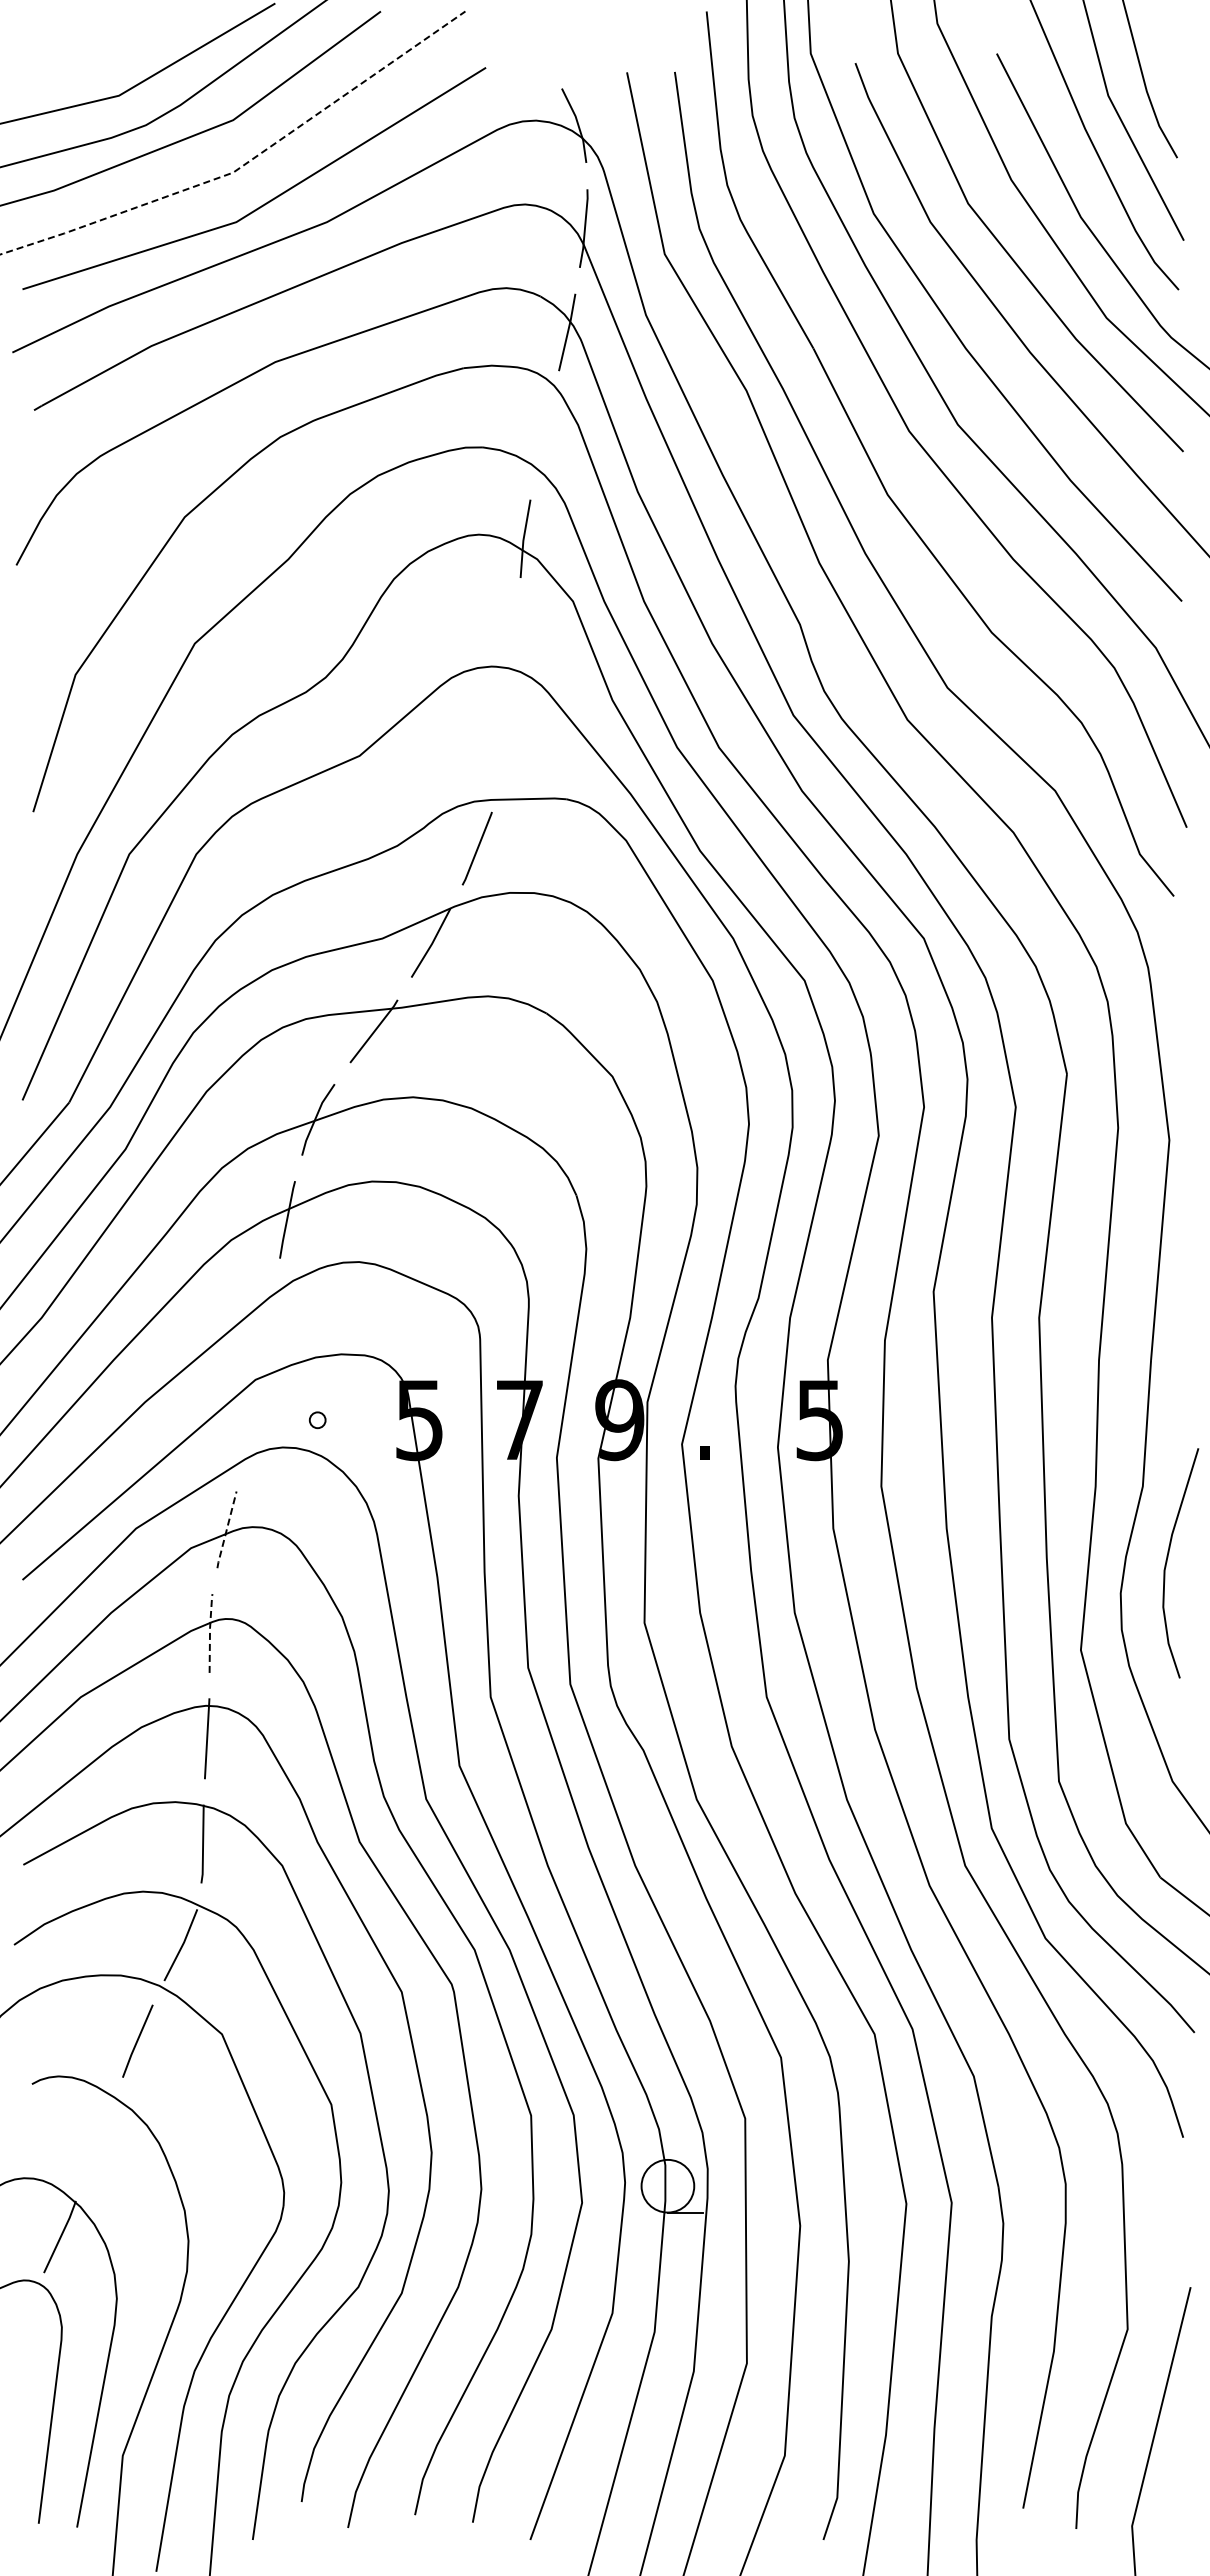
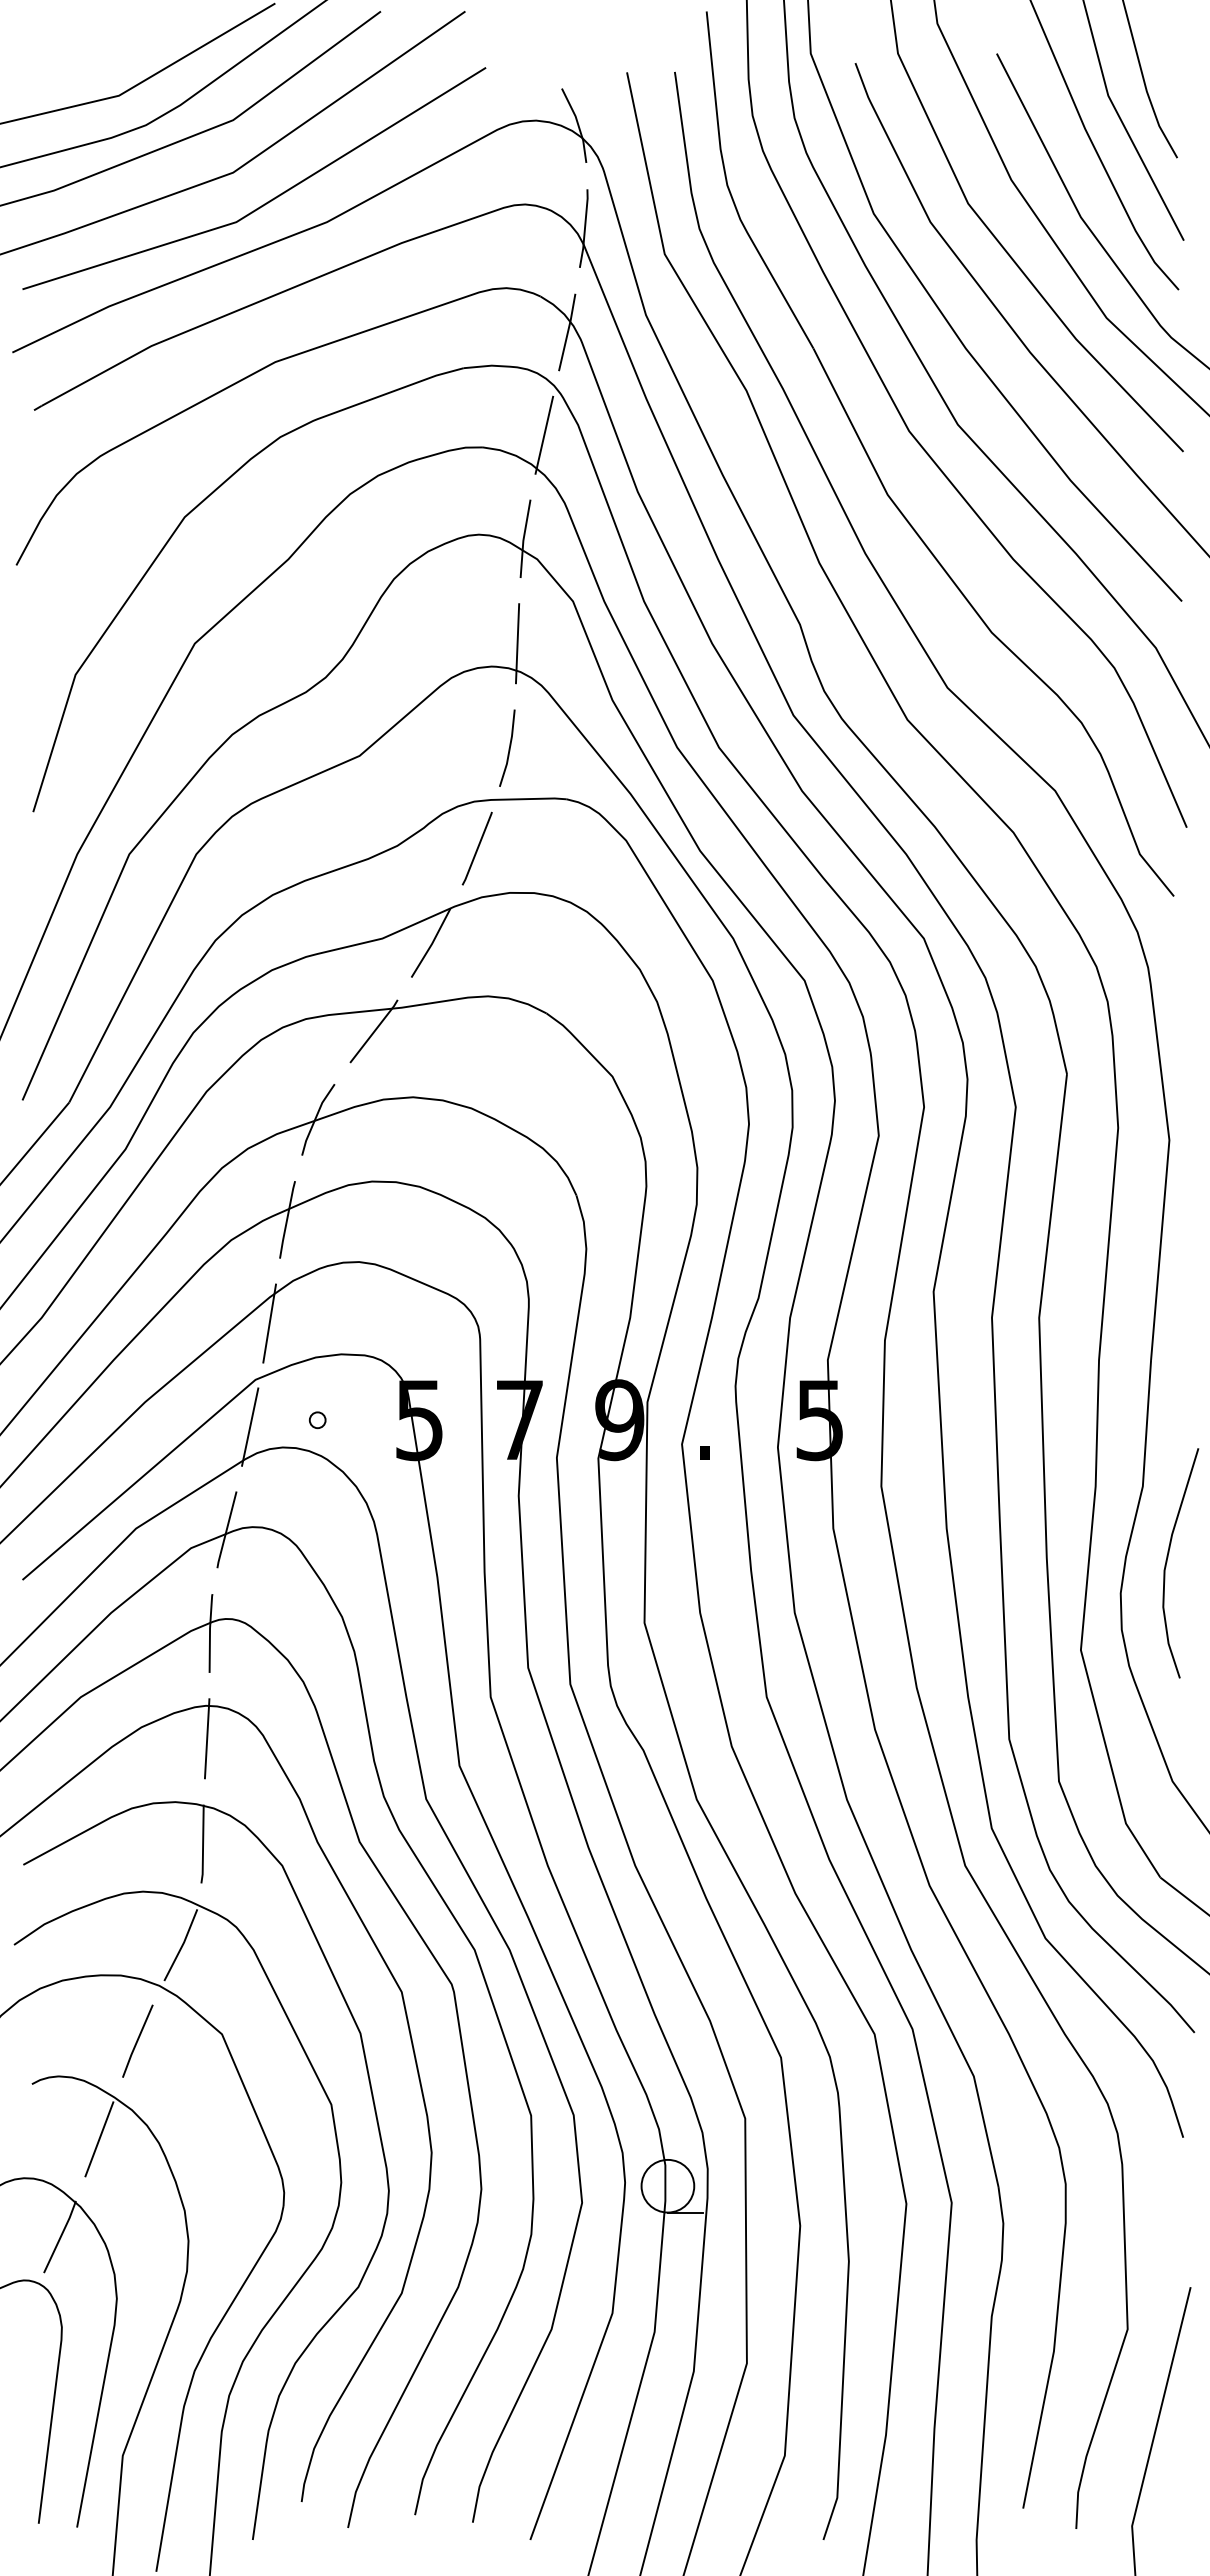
line at (247, 162): dashed -> solid
line at (544, 434): none -> present
line at (517, 643): none -> present
line at (508, 748): none -> present
line at (269, 1323): none -> present
line at (250, 1426): none -> present
line at (226, 1529): dashed -> solid
line at (210, 1632): dashed -> solid
line at (99, 2139): none -> present
